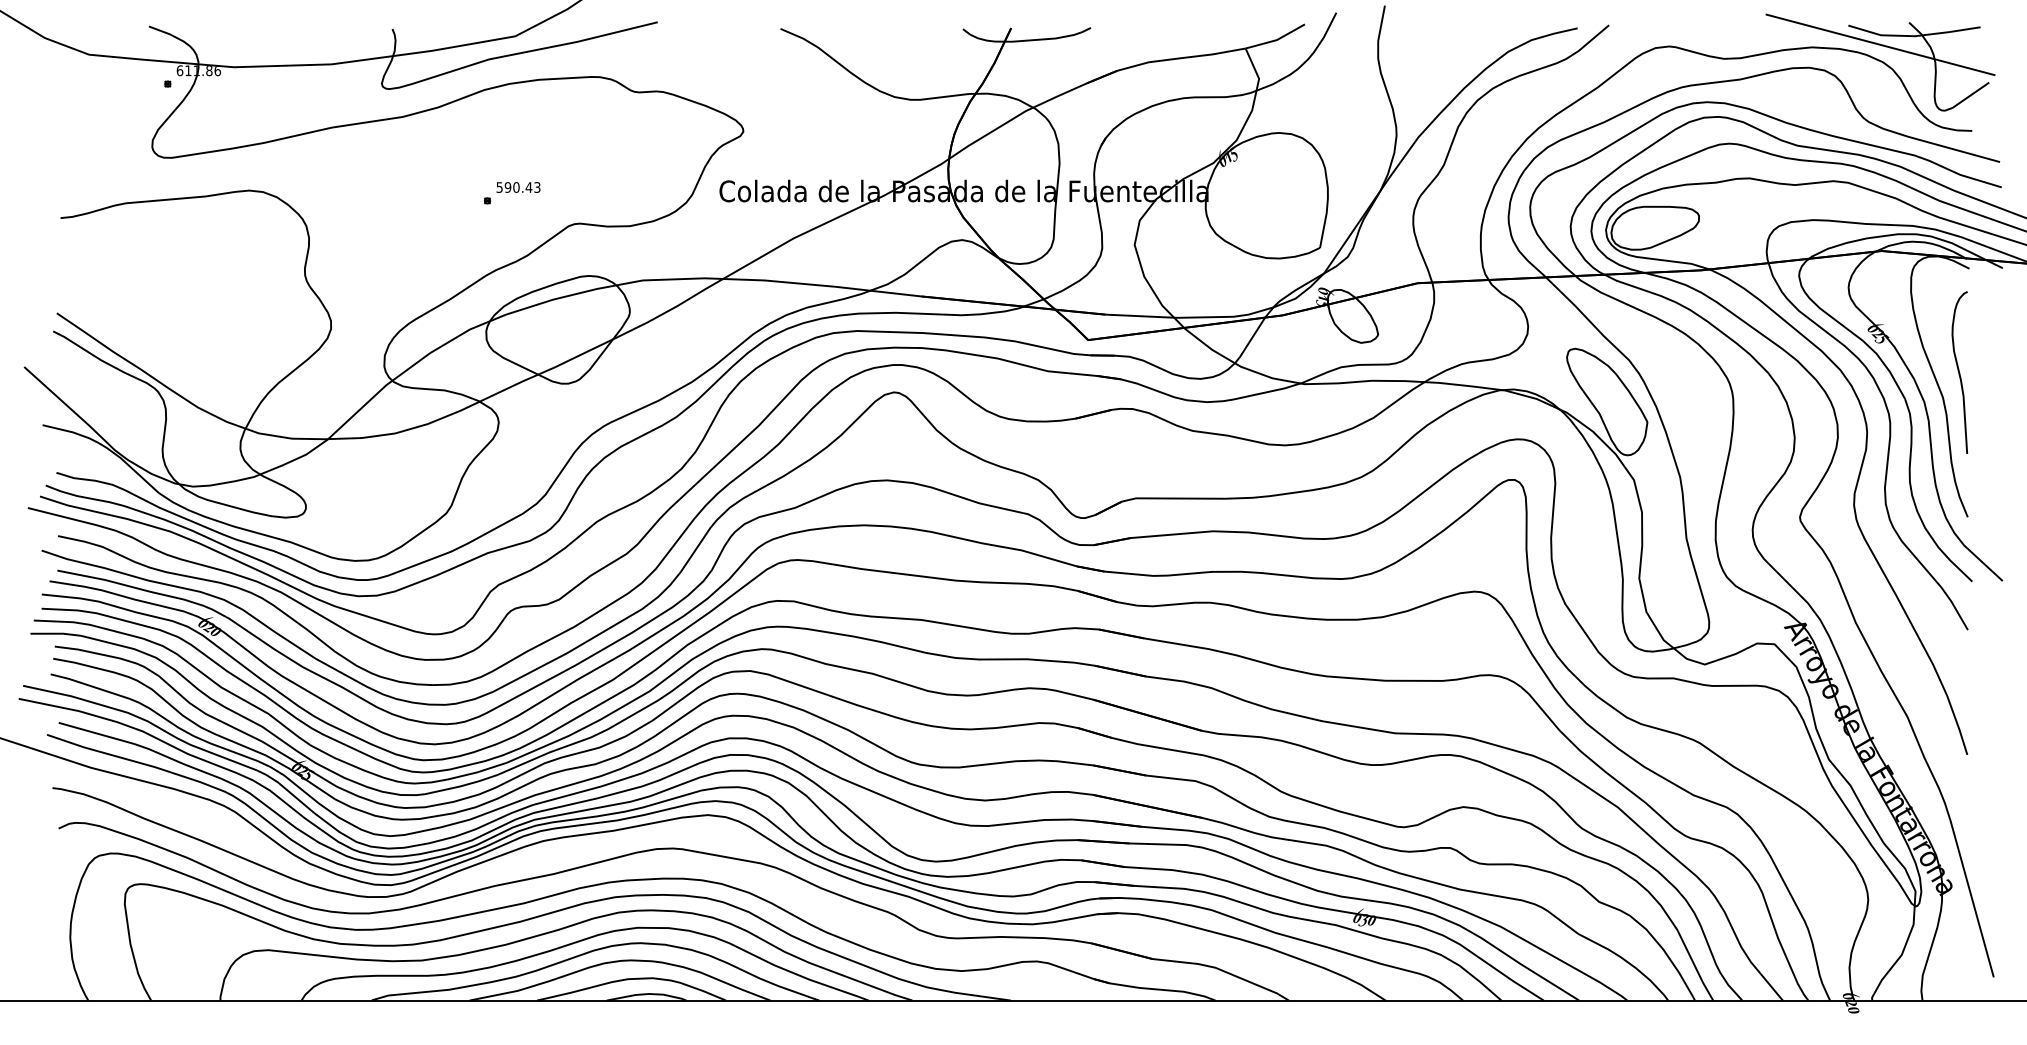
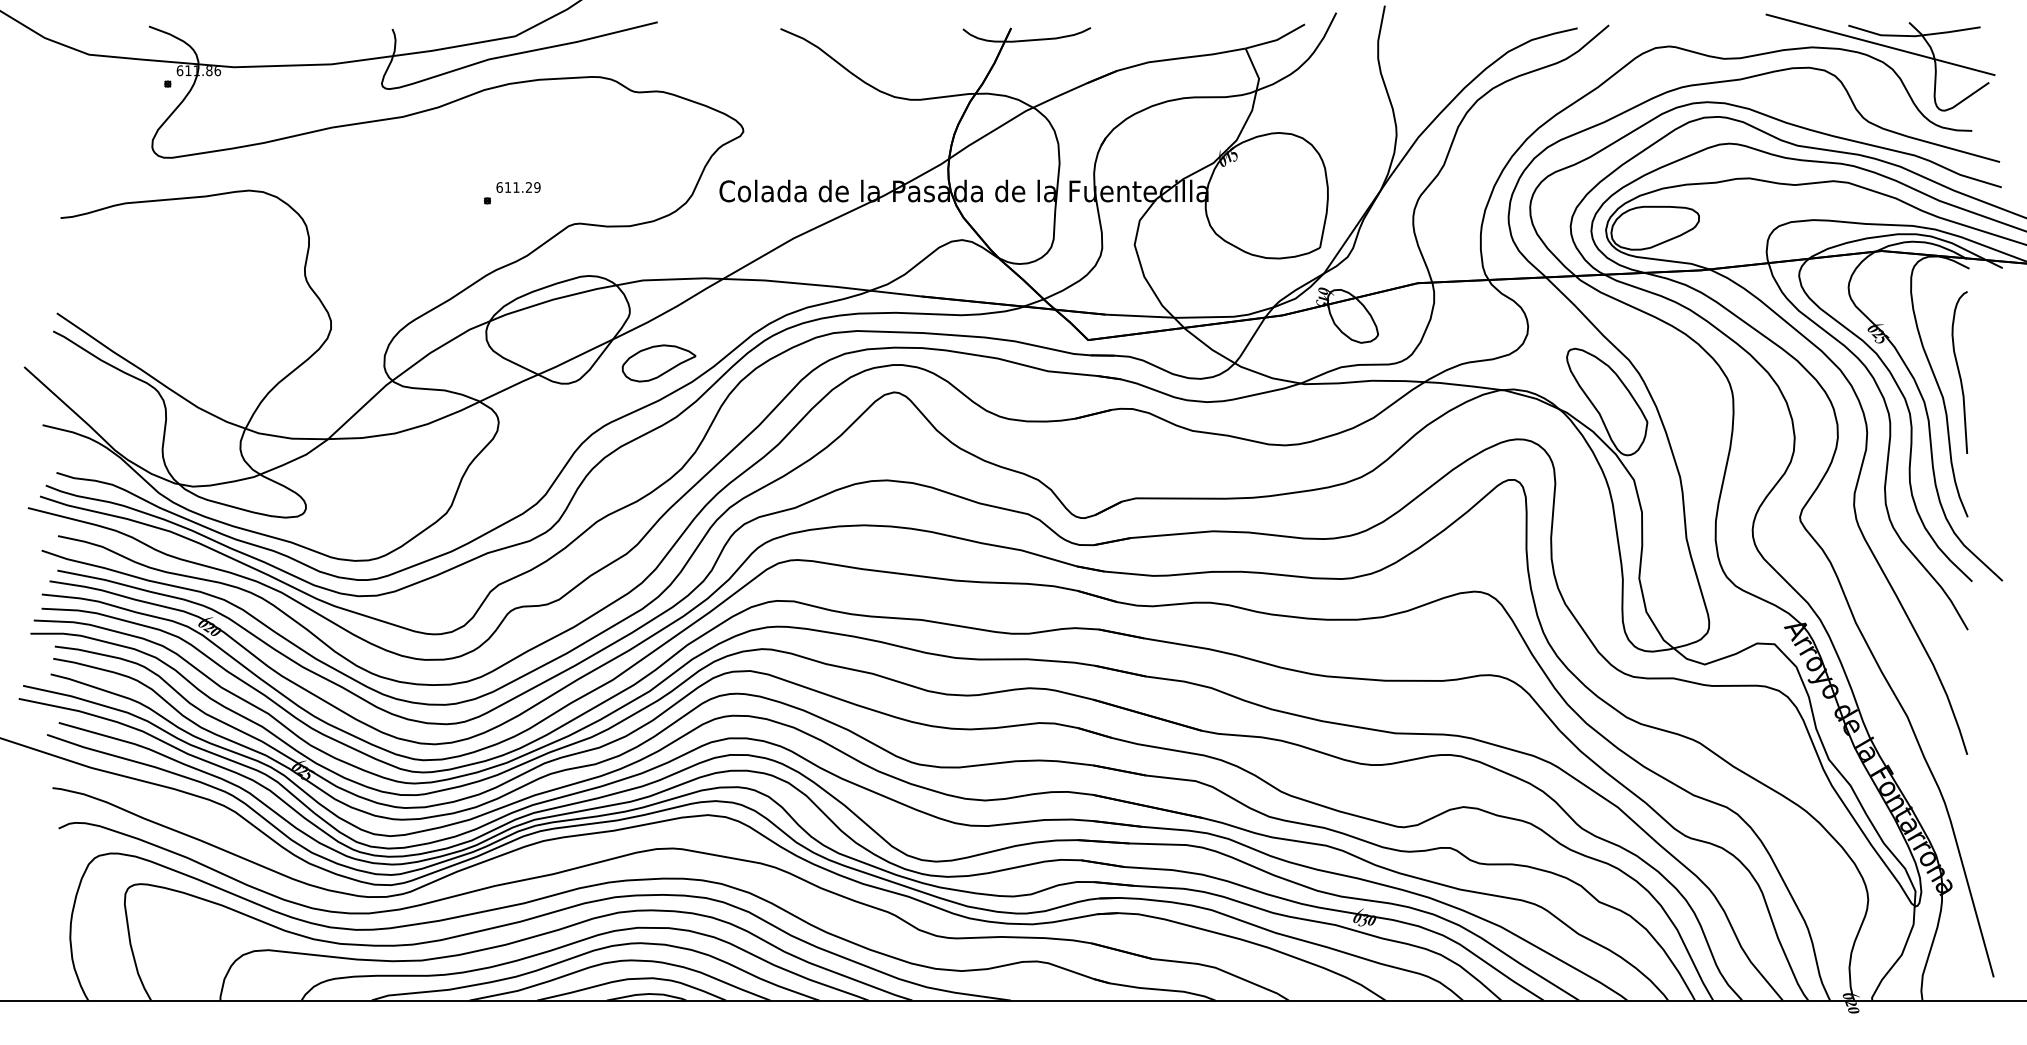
text at (518, 187): 590.43 -> 611.29
part at (658, 363): none -> present
